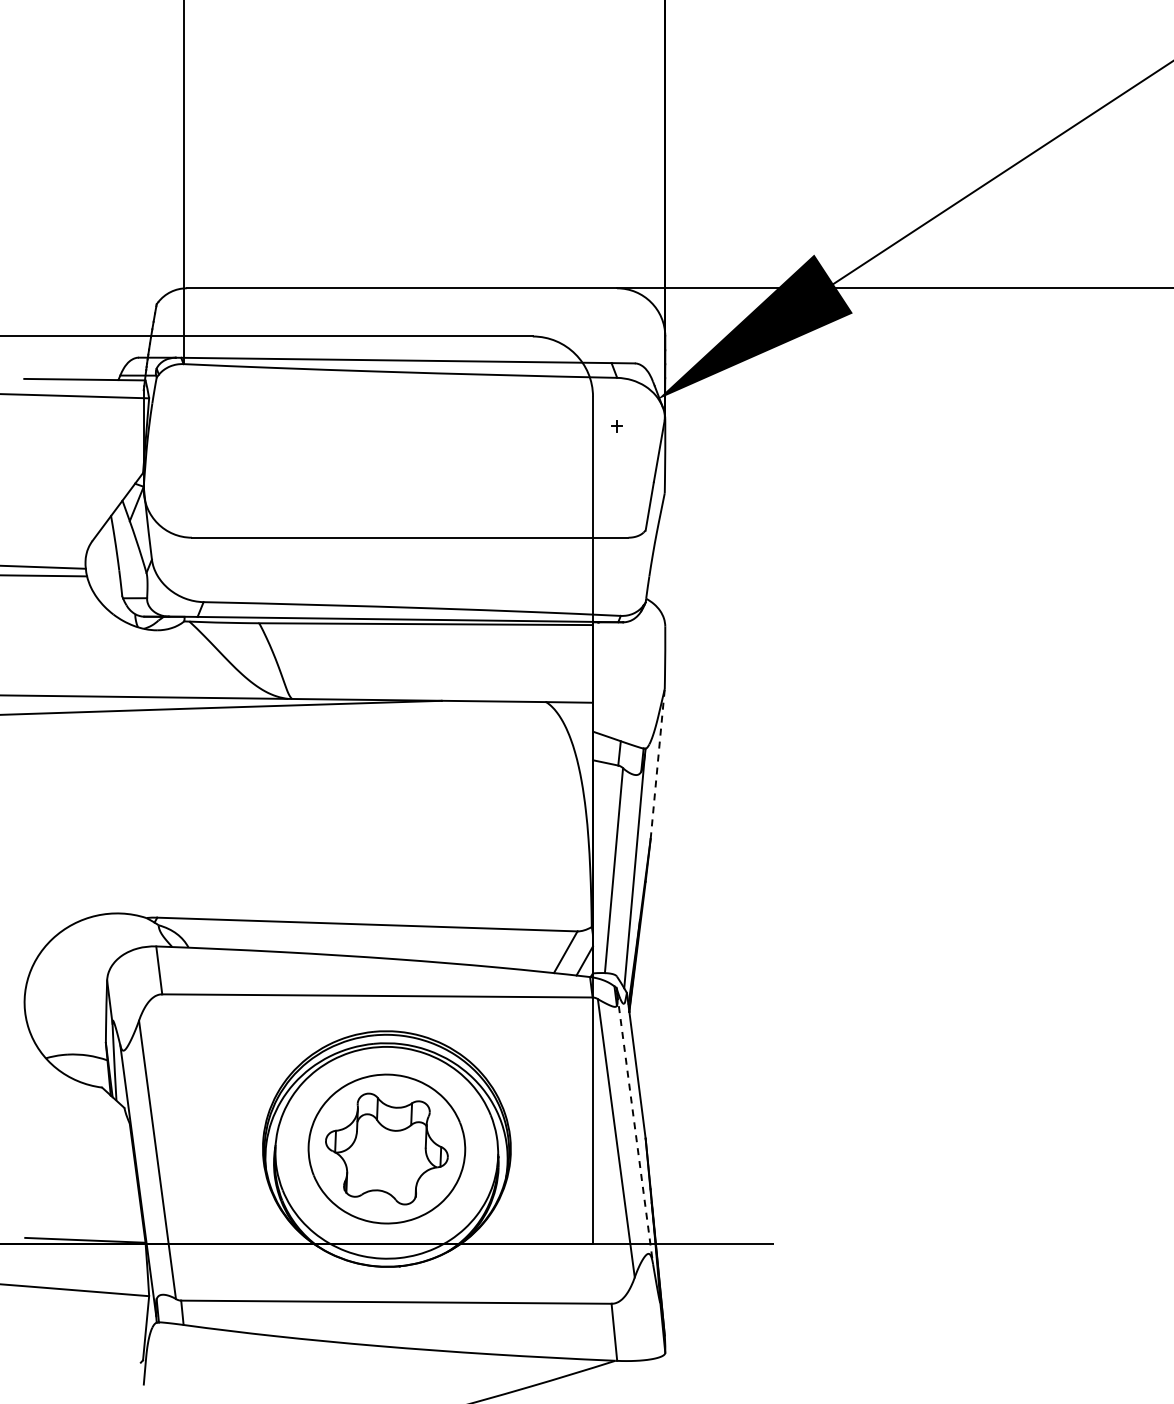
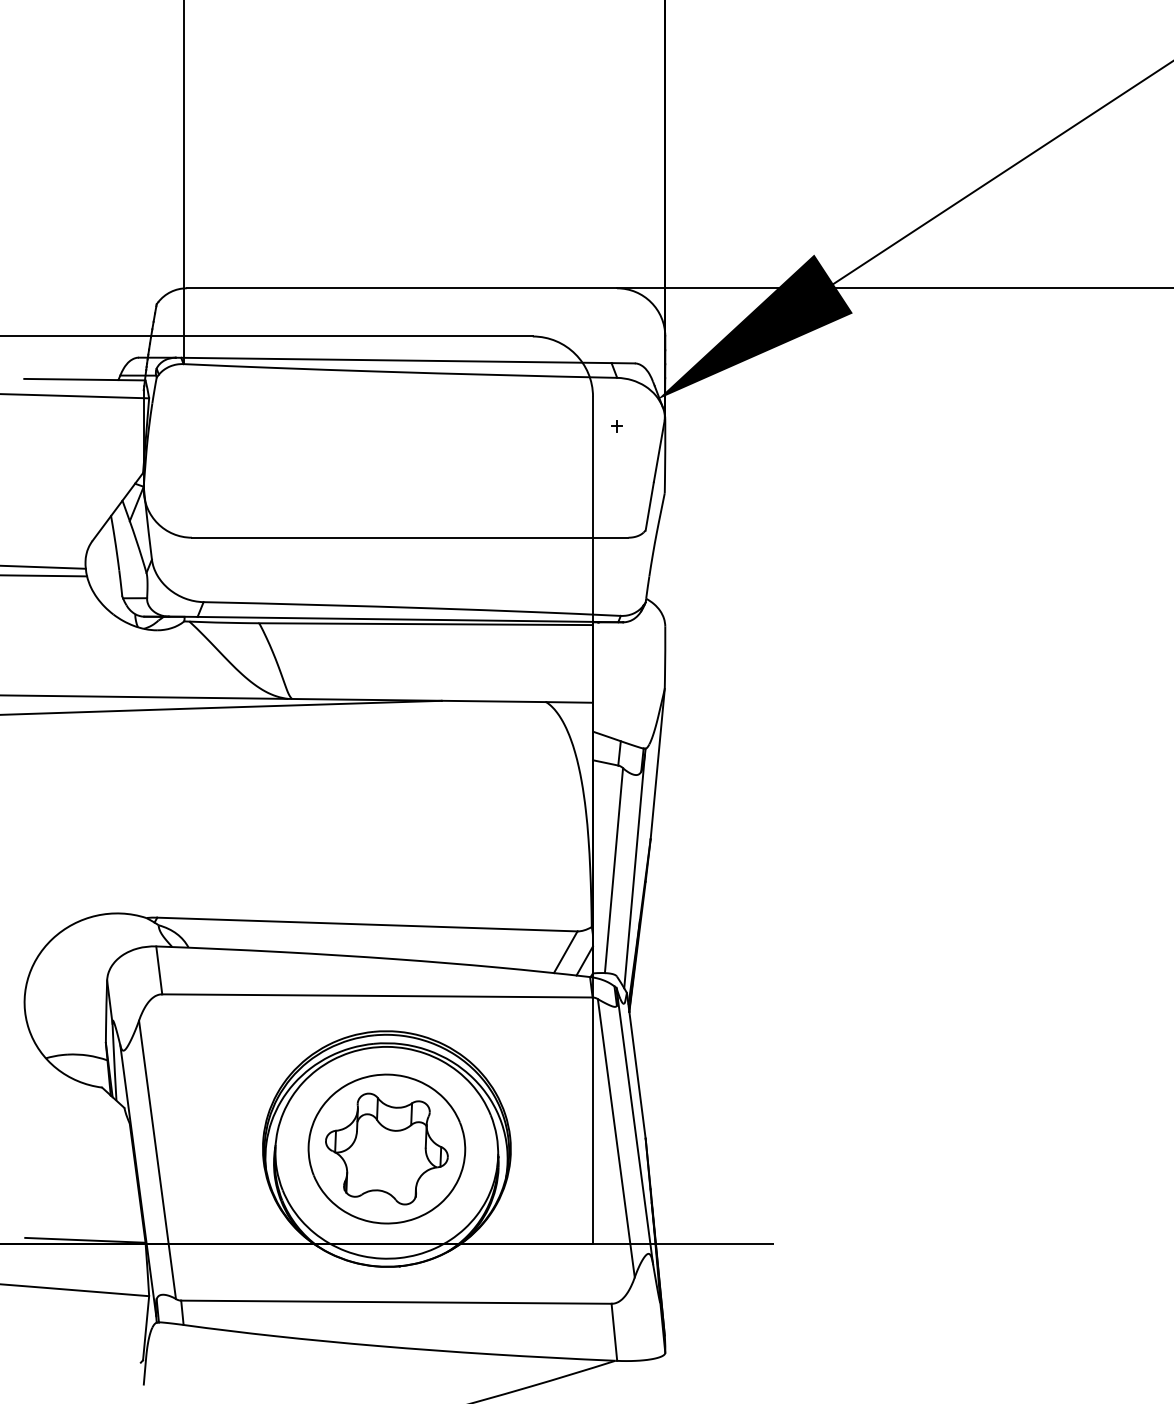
line at (657, 763): dashed -> solid
line at (635, 1128): dashed -> solid
